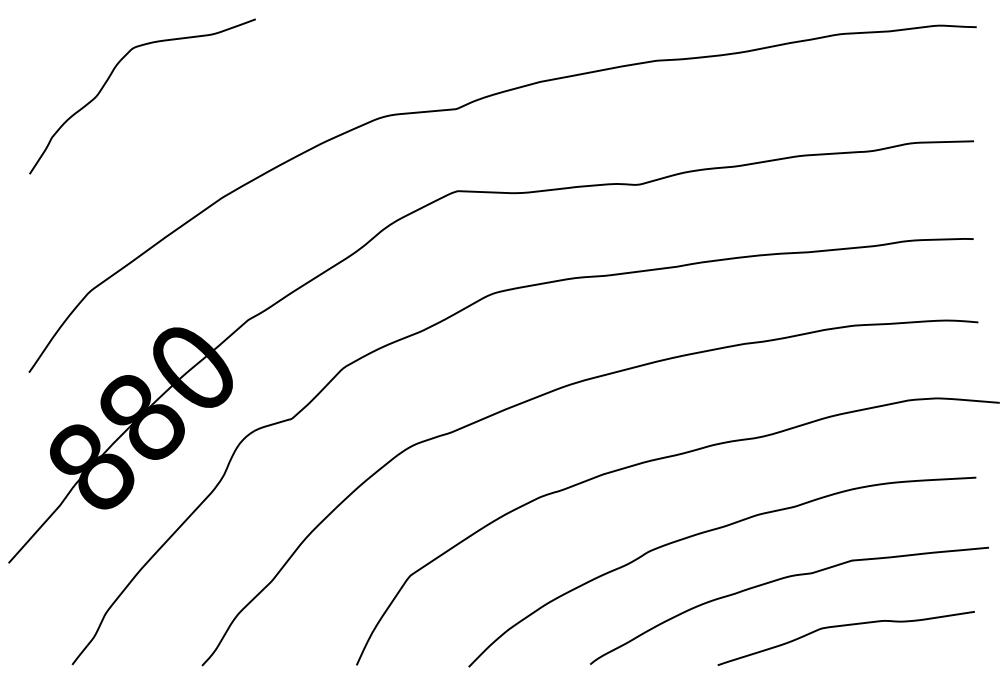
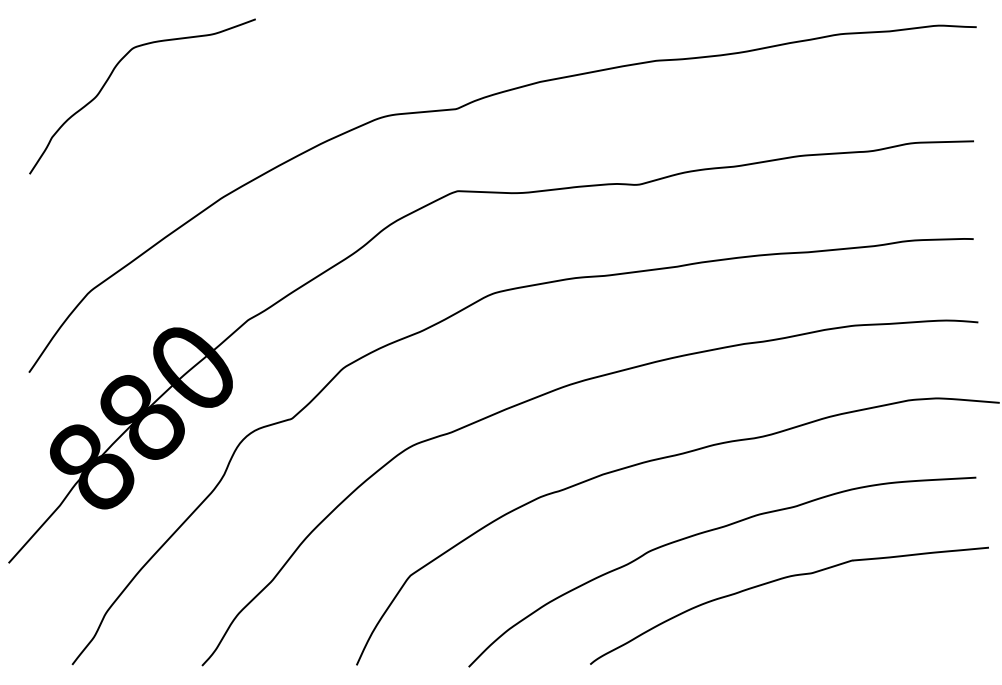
curve at (845, 626): present -> none
